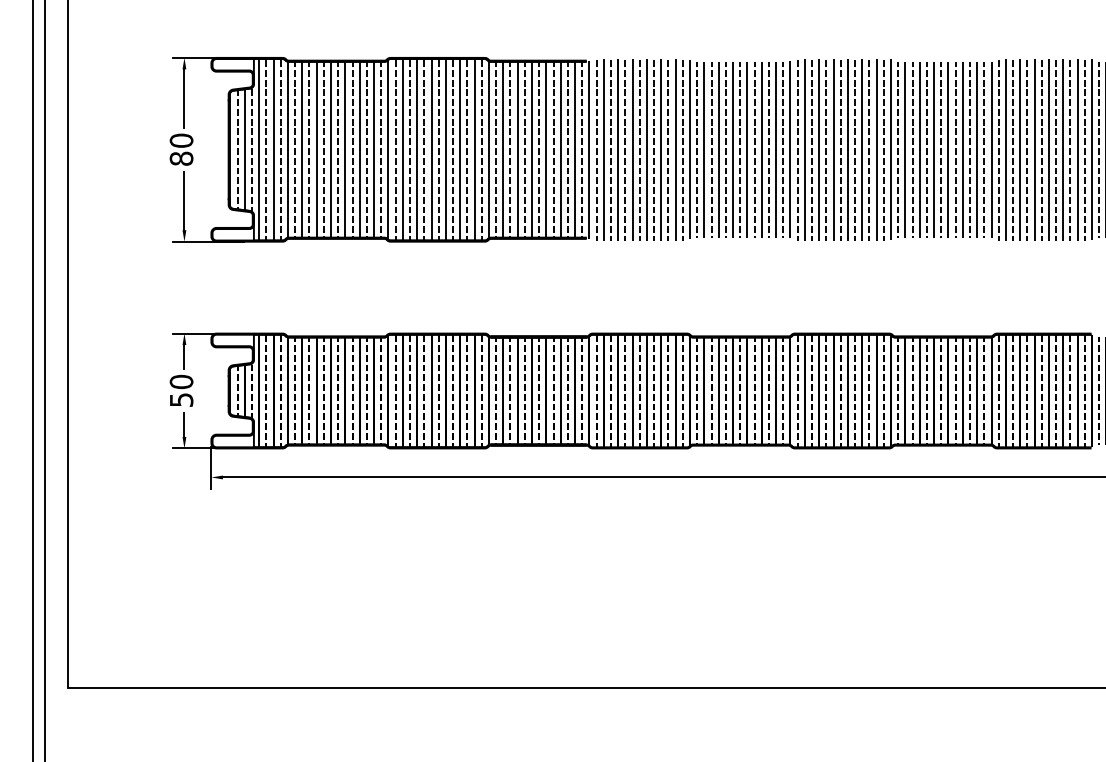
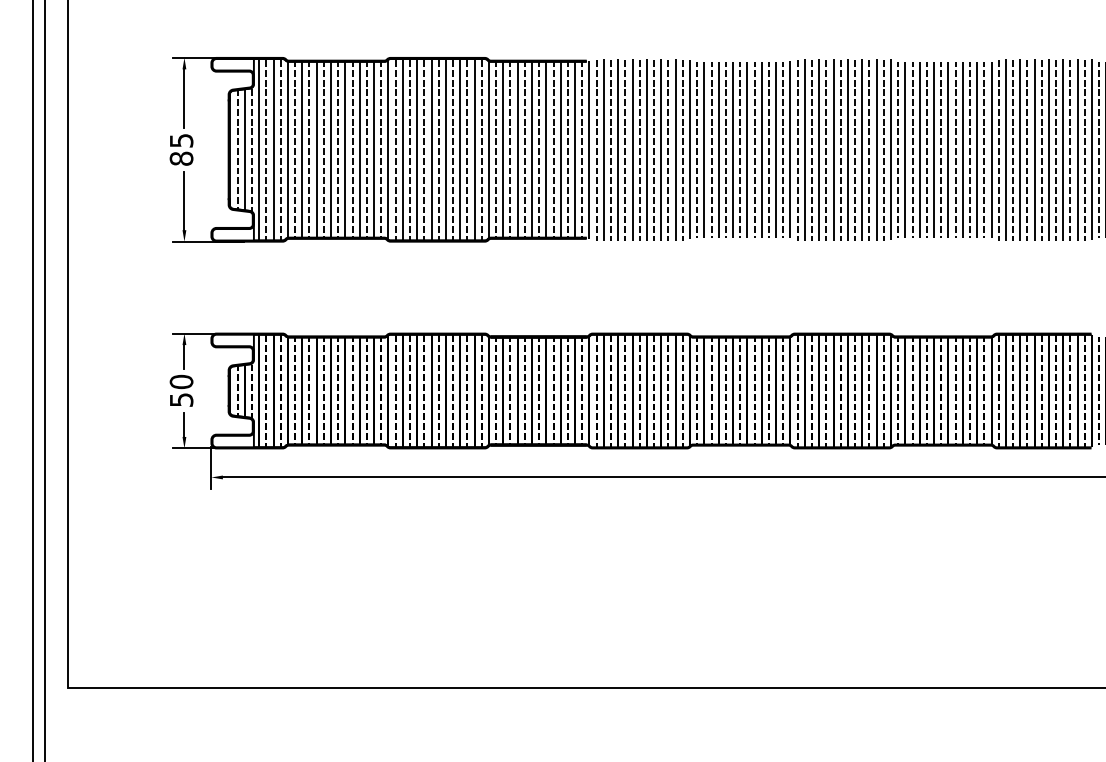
text at (181, 140): 80 -> 85
